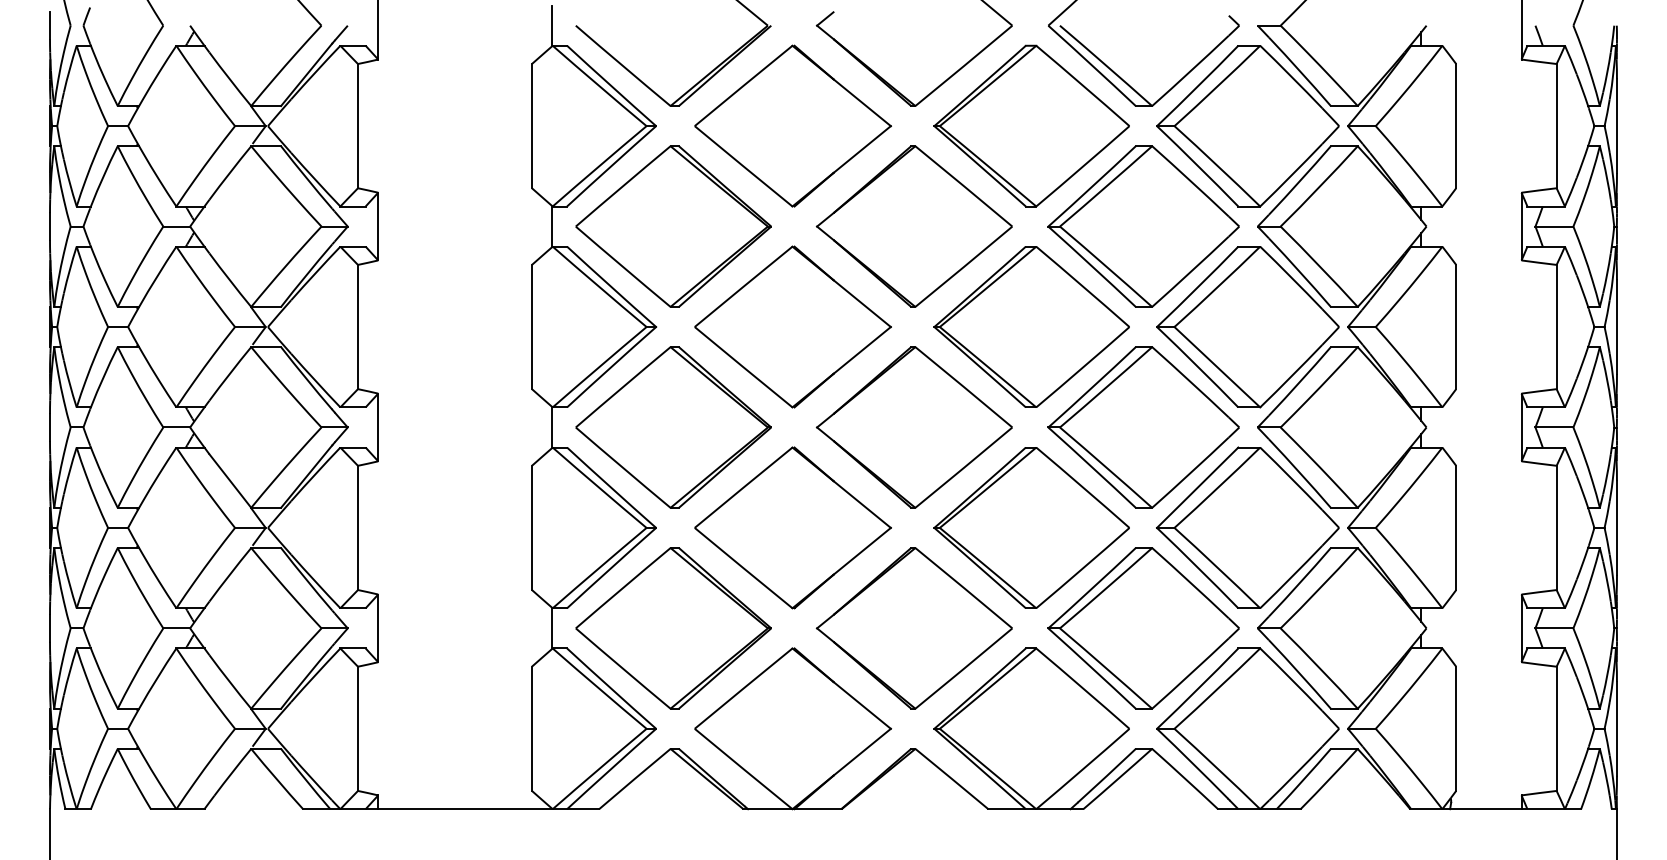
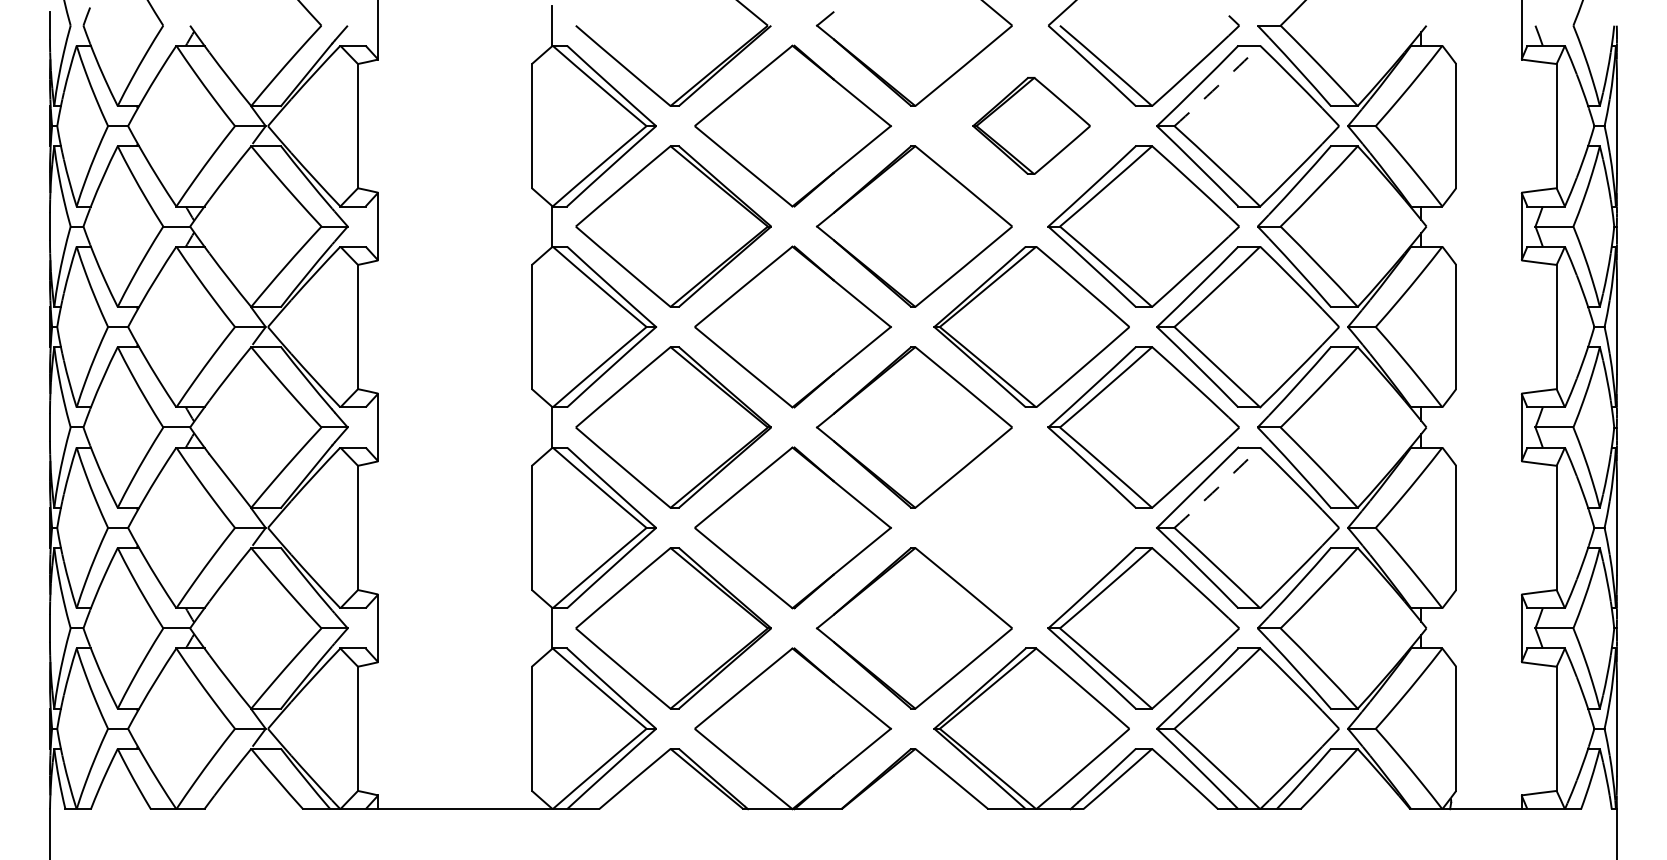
arc at (1217, 86): solid -> dashed
part at (1031, 125) size: 197x164 px -> 119x98 px
arc at (1217, 488): solid -> dashed
part at (1031, 527): present -> none
